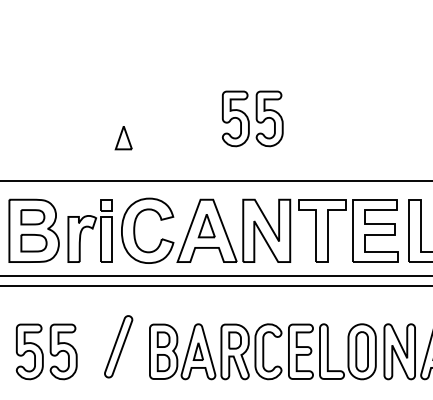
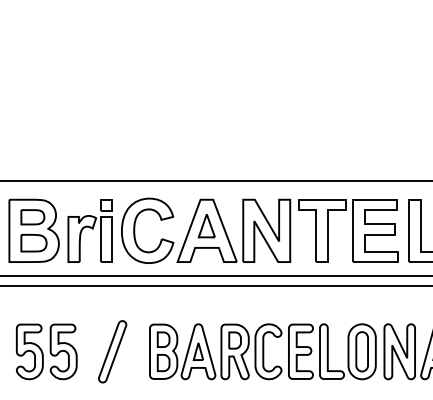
part at (252, 118): present -> none
part at (123, 138): present -> none
part at (118, 346) position: (118, 346) -> (112, 351)
